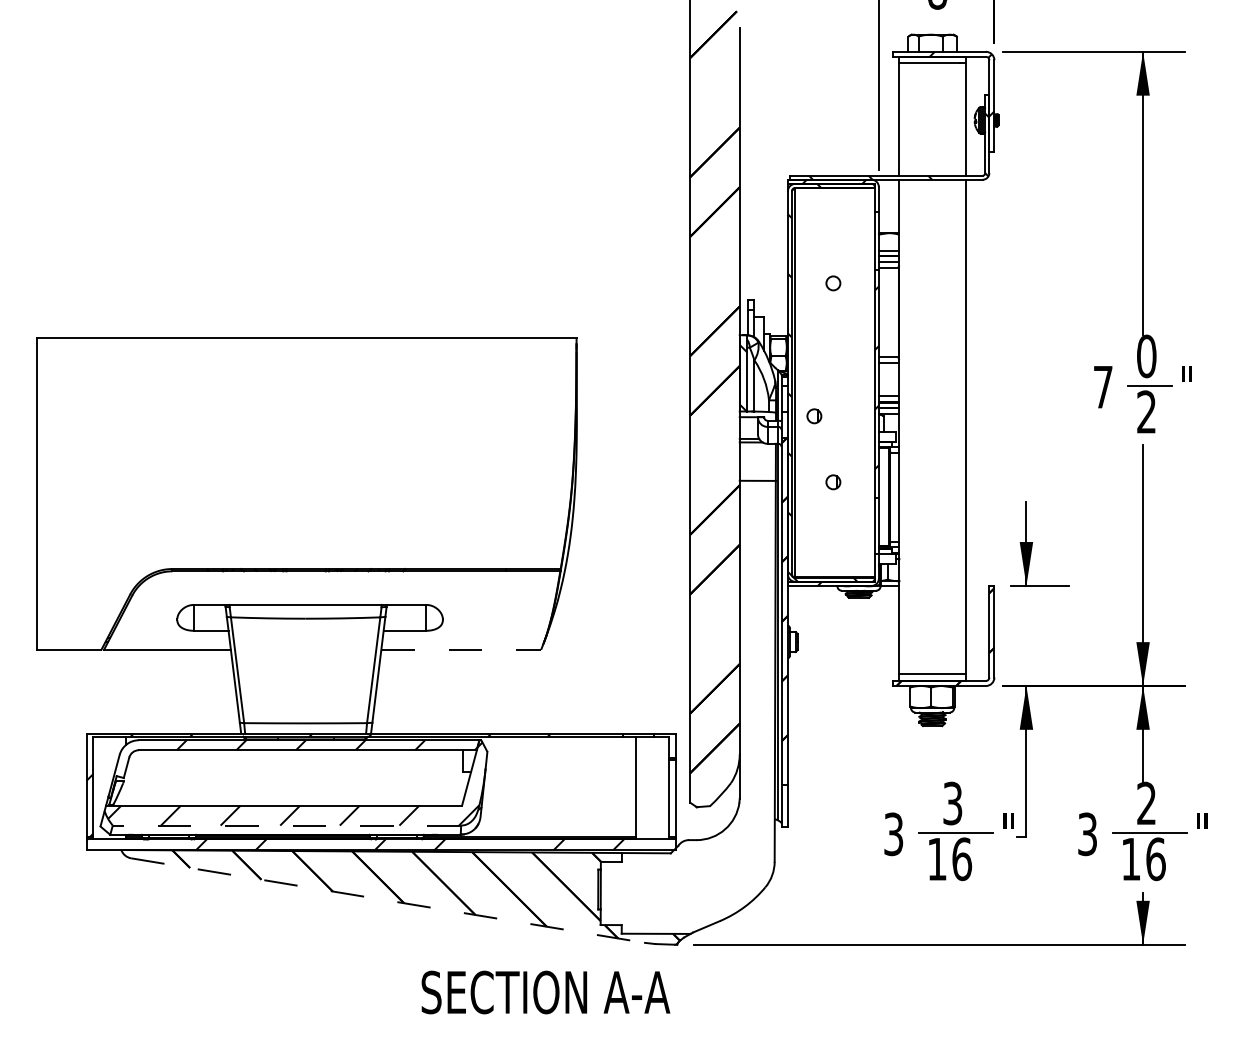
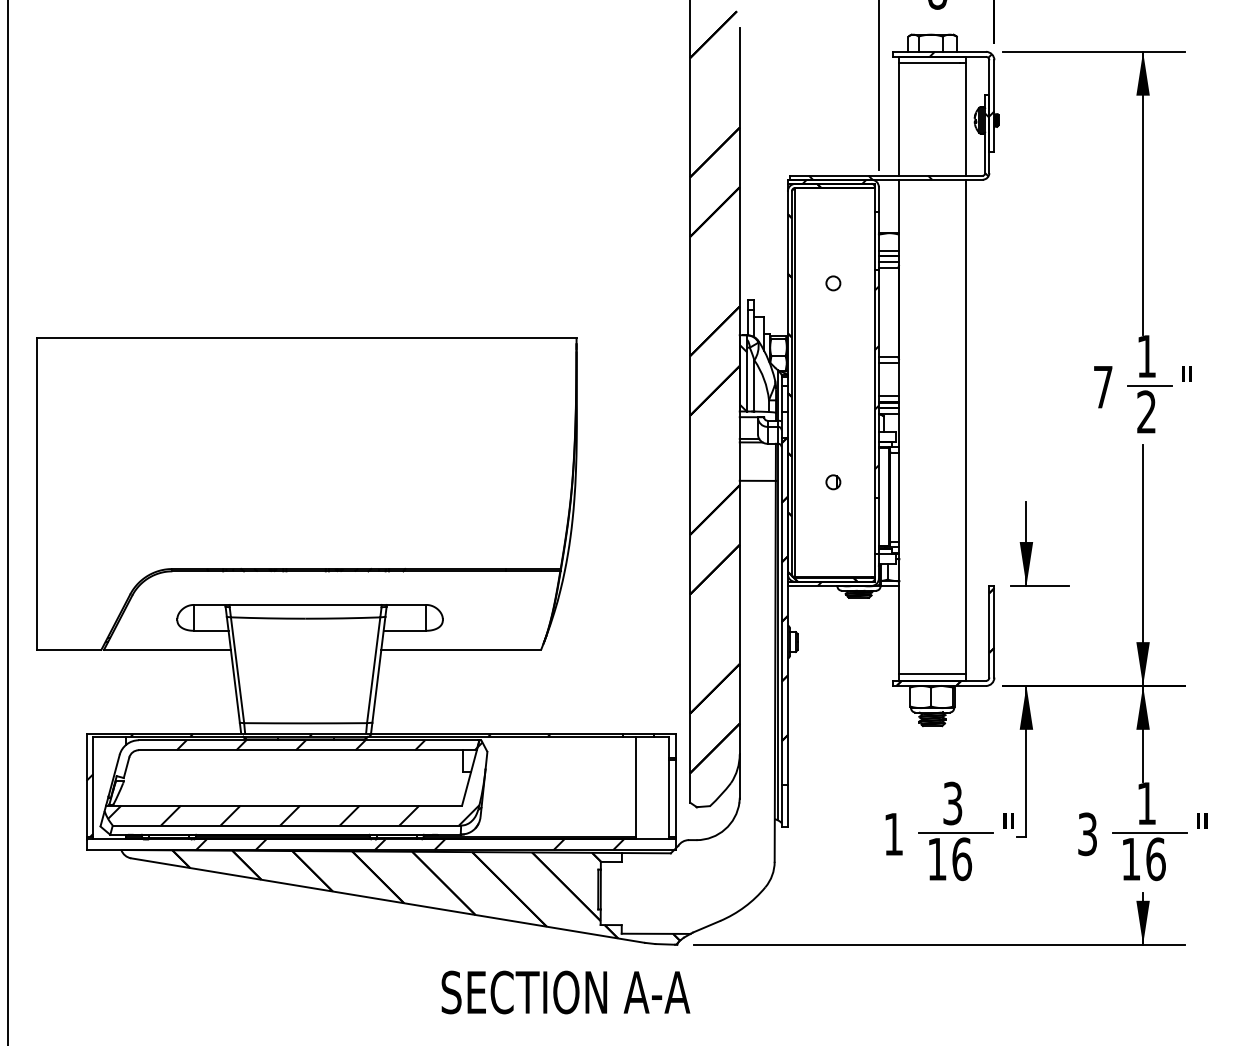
text at (1146, 356): 0 -> 1
hatch at (822, 382): none -> present
part at (814, 416): present -> none
line at (7, 522): none -> present
line at (461, 649): dashed -> solid
text at (1146, 802): 2 -> 1
line at (286, 825): dashed -> solid
text at (893, 834): 3 -> 1
line at (388, 900): dashed -> solid
text at (545, 992) position: (545, 992) -> (565, 992)
